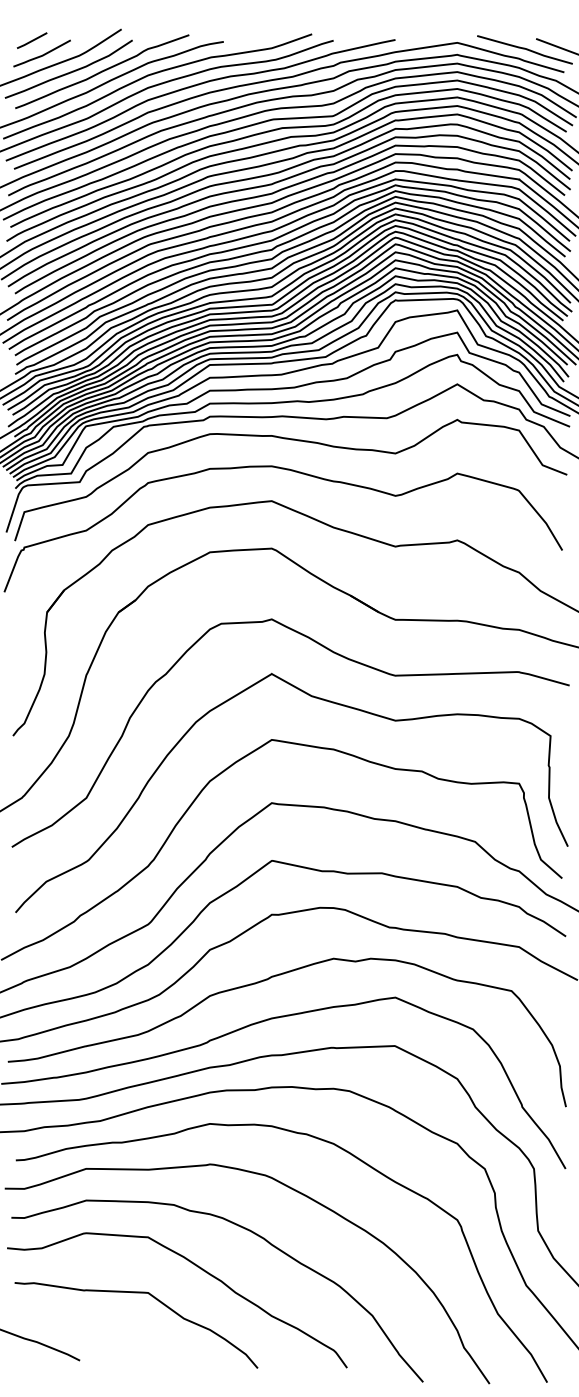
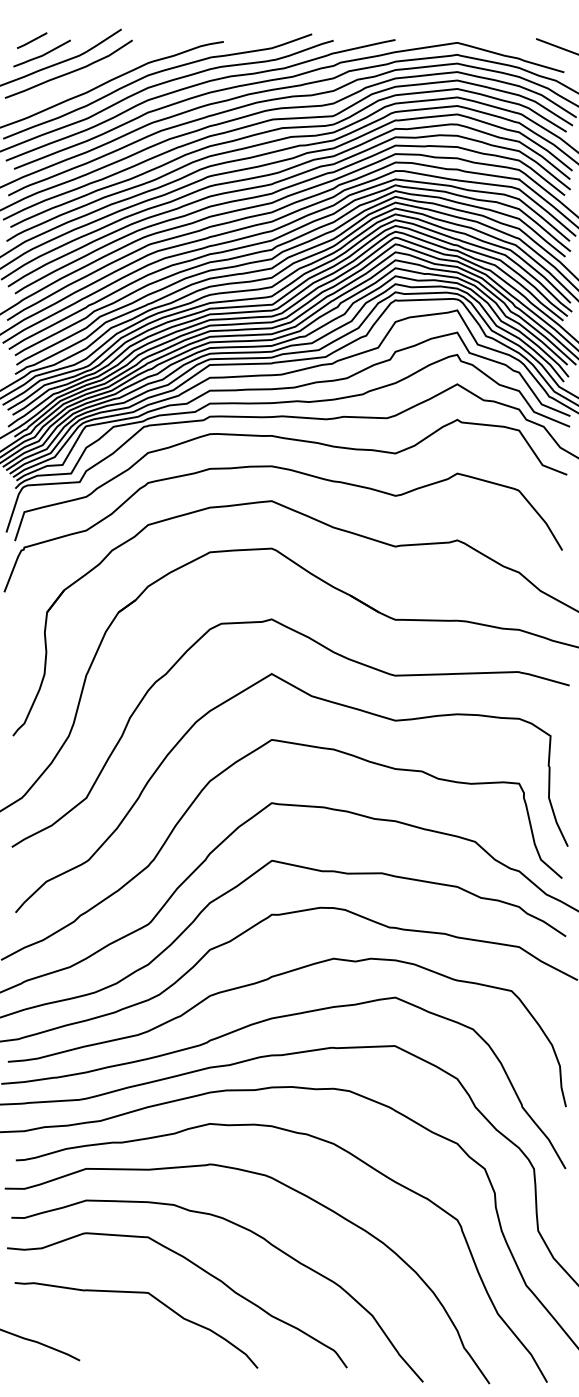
curve at (524, 49): present -> none
curve at (102, 71): present -> none
